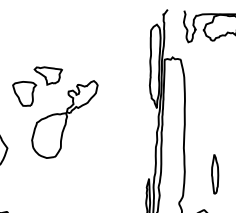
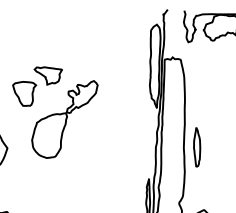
part at (215, 174) position: (215, 174) -> (197, 147)
